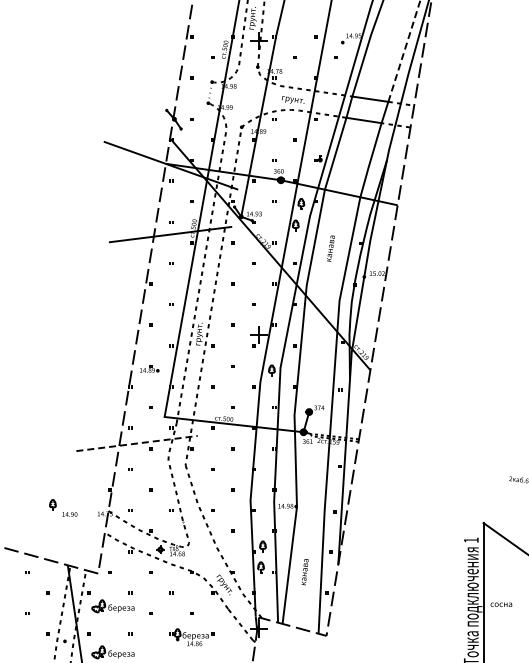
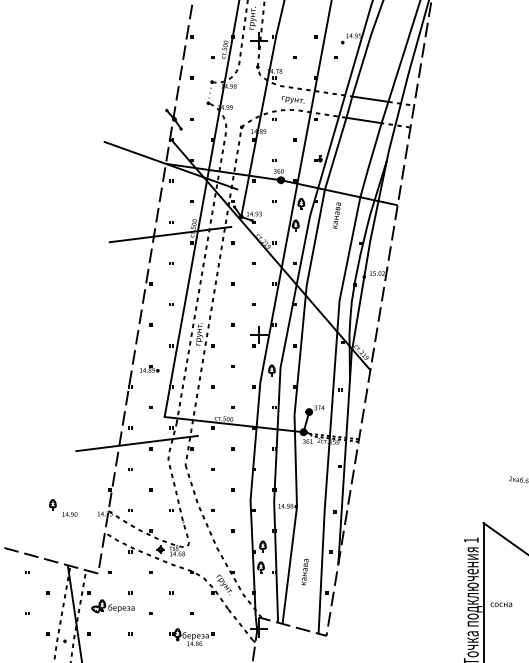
line at (404, 50): dashed -> solid
text at (330, 248) position: (330, 248) -> (336, 215)
line at (137, 443): dashed -> solid
part at (112, 652): present -> none
